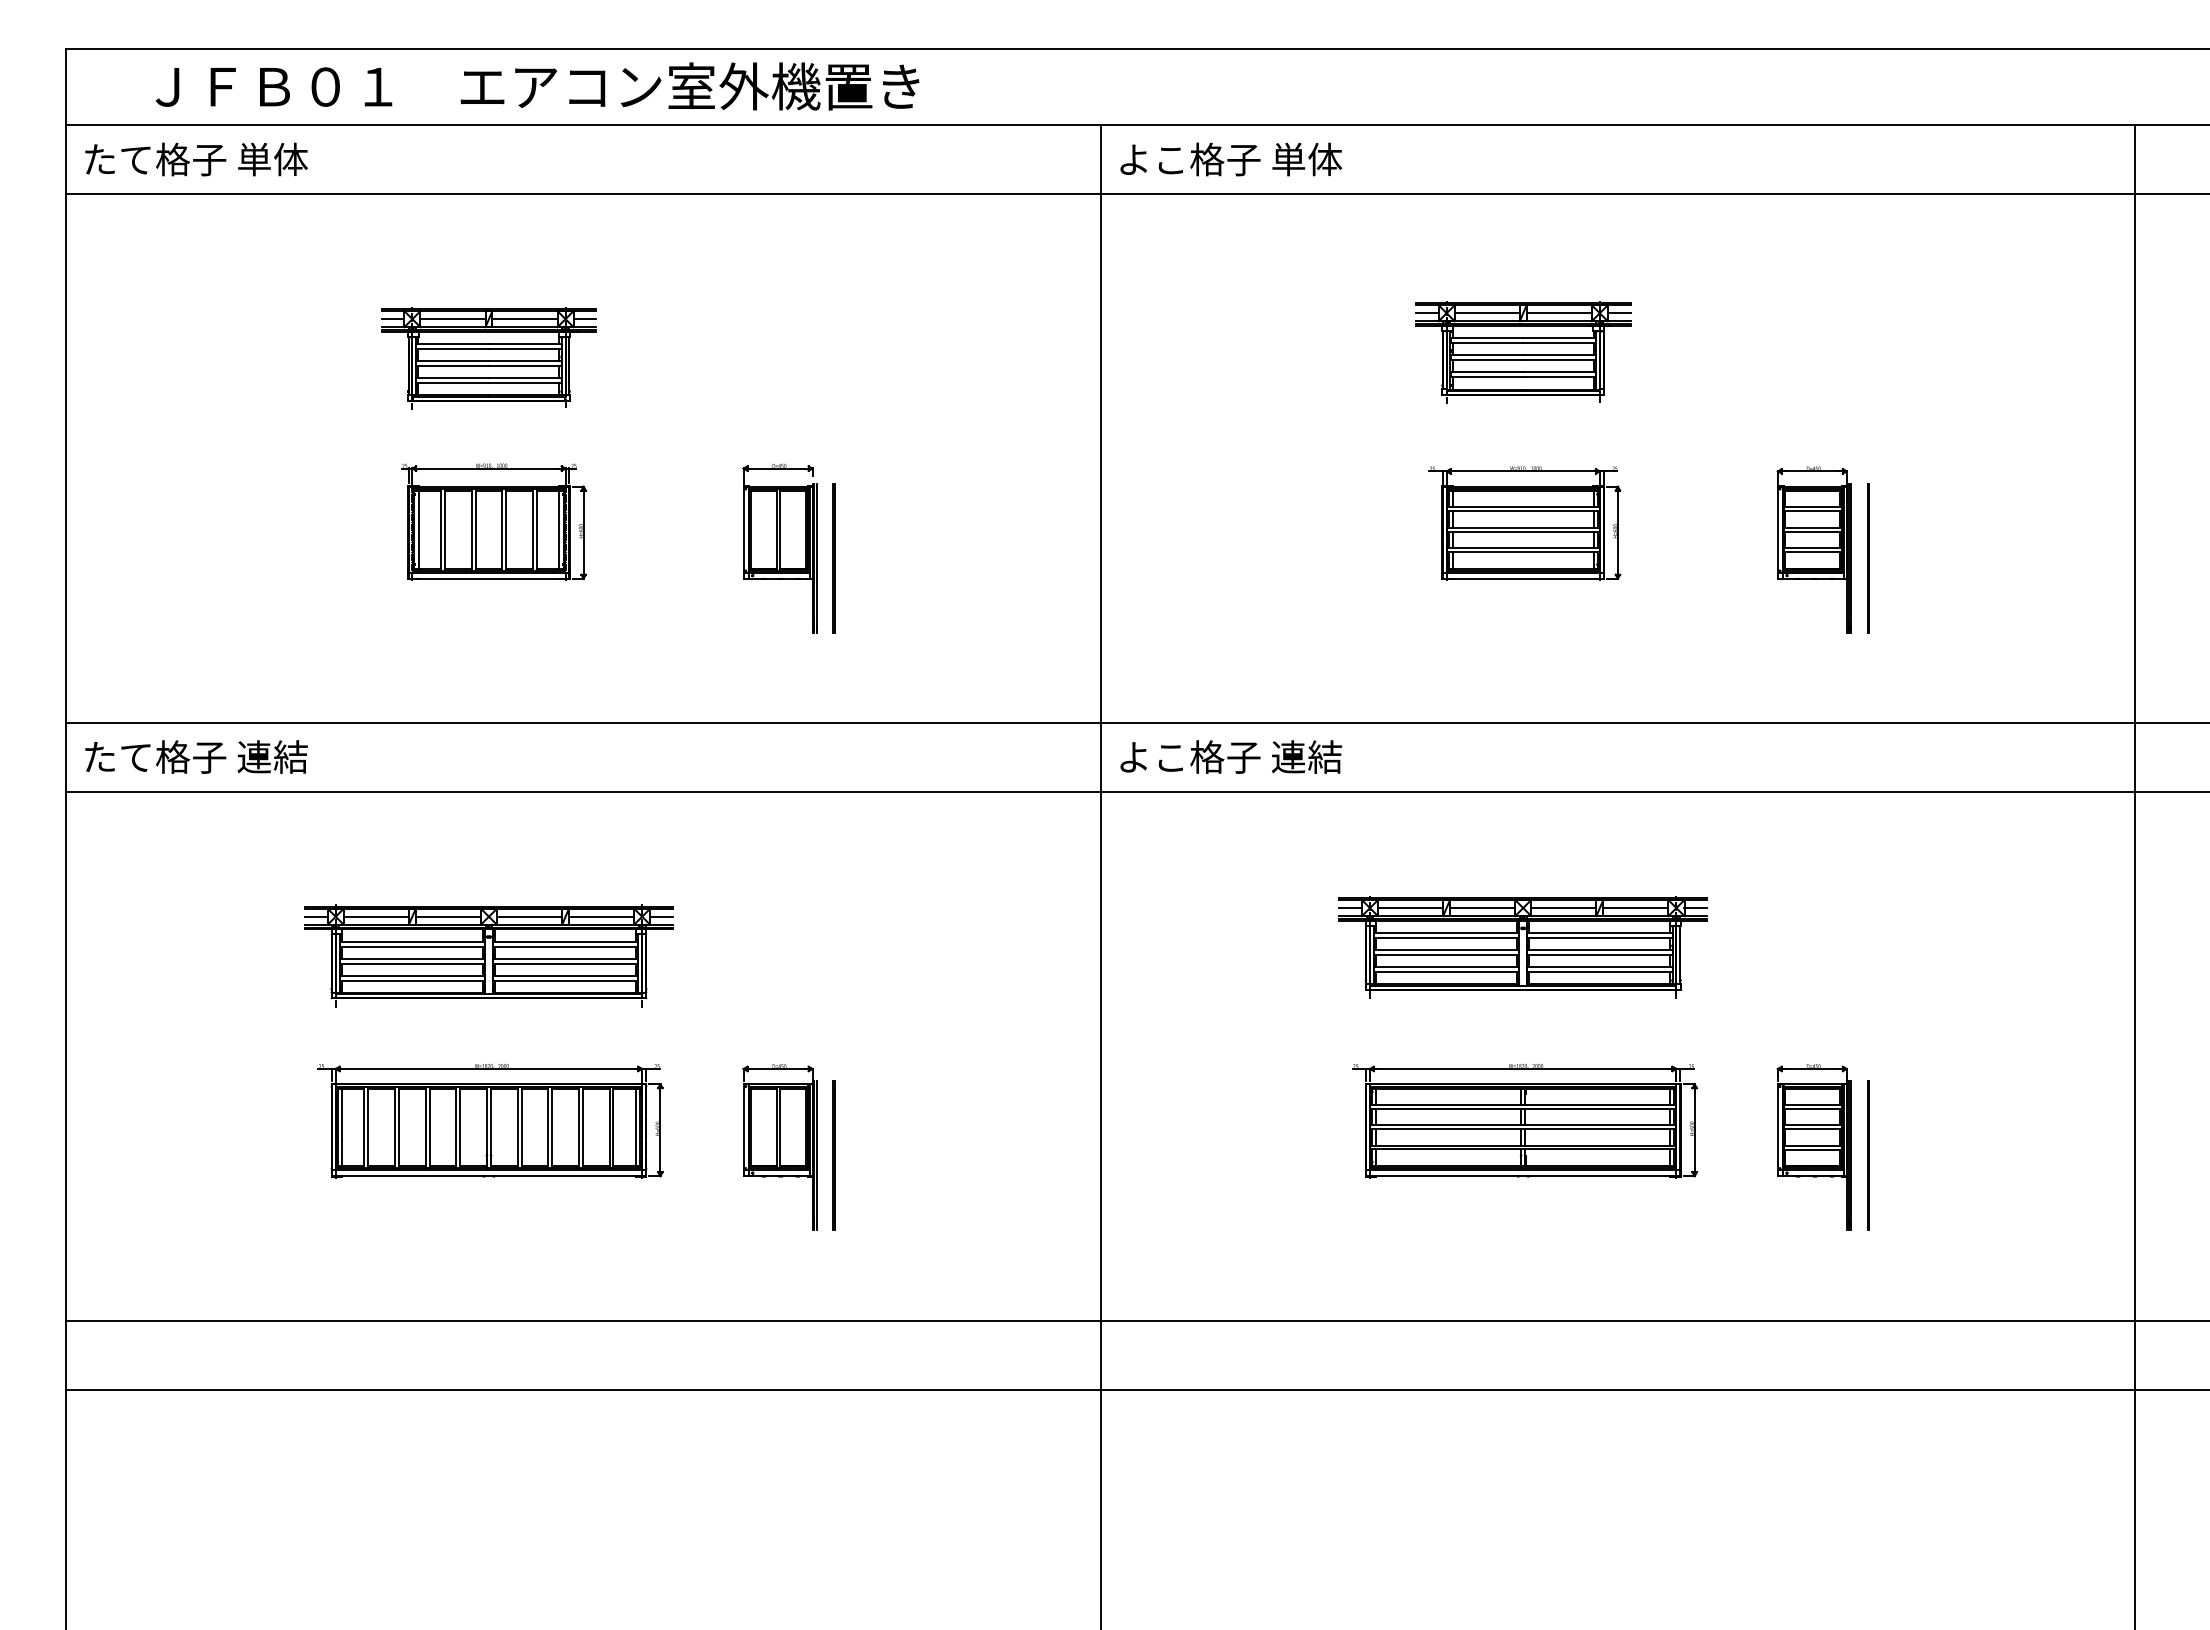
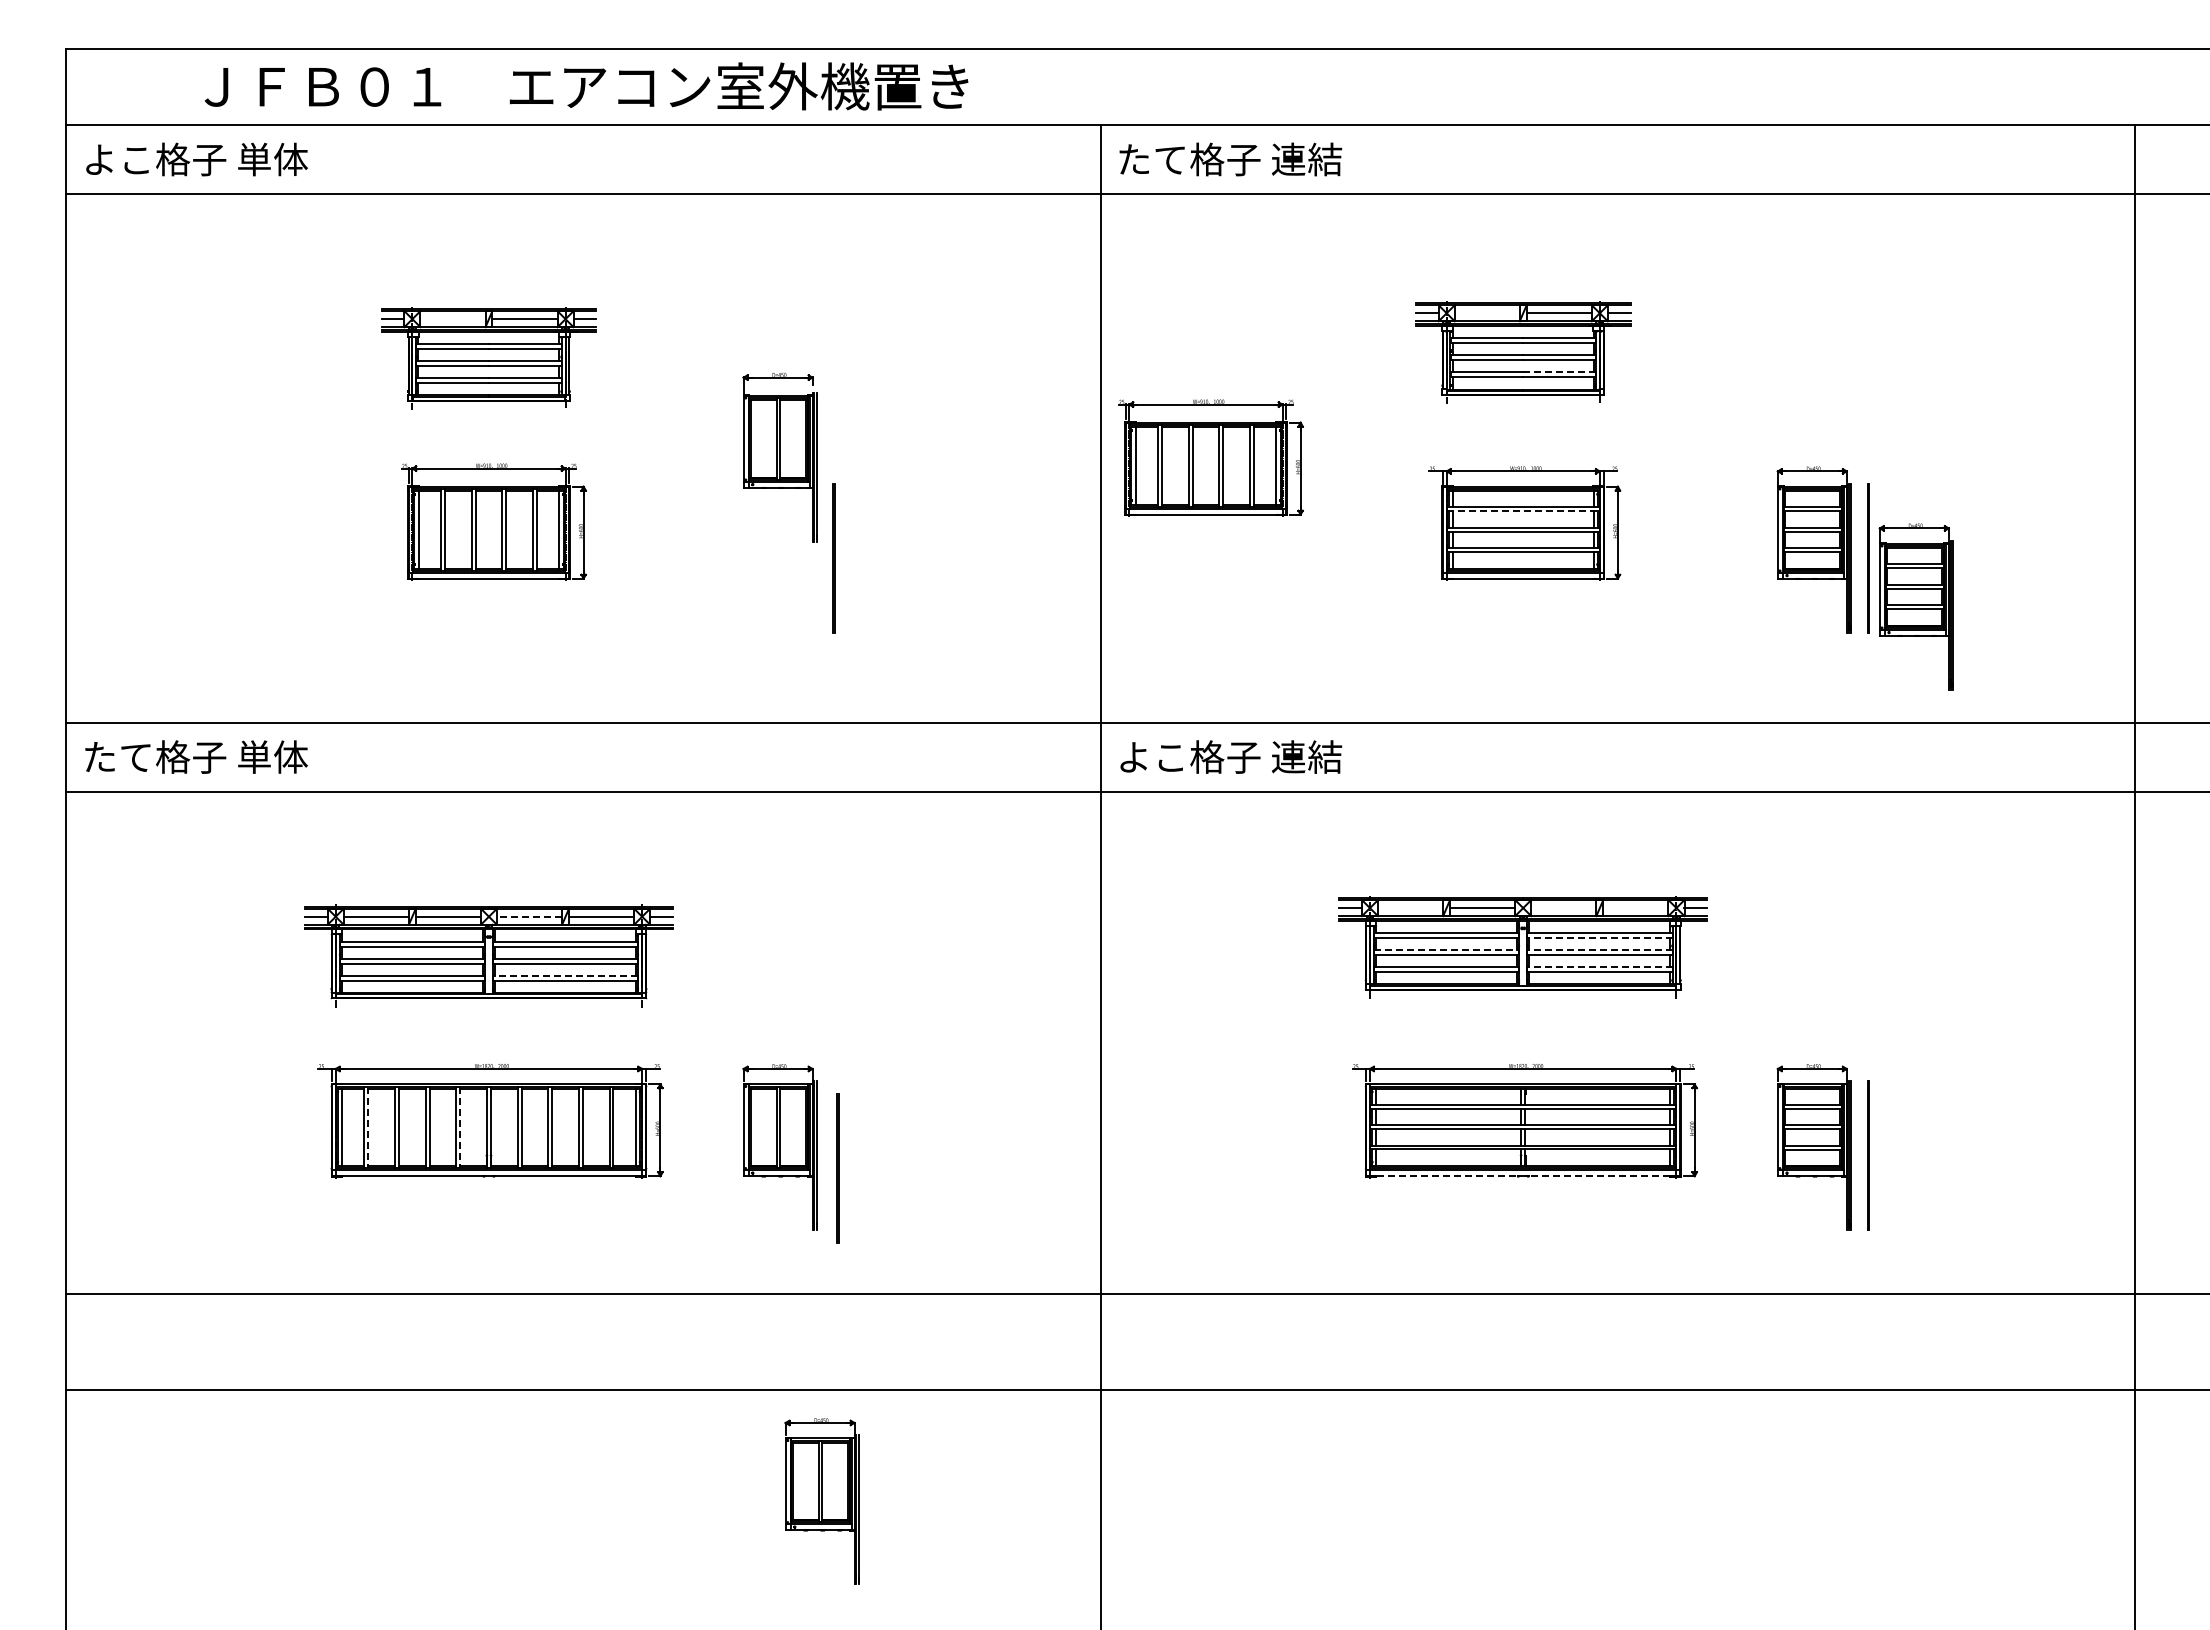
text at (537, 86) position: (537, 86) -> (586, 86)
text at (117, 159): たて格子 単体 -> よこ格子 単体
text at (1230, 159): よこ格子 単体 -> たて格子 連結
line at (1486, 313): present -> none
line at (452, 319): present -> none
line at (1559, 372): solid -> dashed
part at (1210, 457): none -> present
line at (1523, 511): solid -> dashed
part at (779, 548) position: (779, 548) -> (779, 457)
part at (1915, 606): none -> present
text at (272, 756): たて格子 連結 -> たて格子 単体
line at (1410, 908): present -> none
line at (1563, 908): present -> none
line at (1635, 908): present -> none
line at (529, 916): solid -> dashed
line at (1599, 938): solid -> dashed
line at (1446, 949): solid -> dashed
line at (1599, 949): solid -> dashed
line at (1599, 966): solid -> dashed
line at (565, 975): solid -> dashed
line at (368, 1127): solid -> dashed
line at (460, 1127): solid -> dashed
line at (833, 1155) position: (833, 1155) -> (837, 1168)
line at (1523, 1176): solid -> dashed
line at (1136, 1320) position: (1136, 1320) -> (1136, 1293)
part at (821, 1501): none -> present
